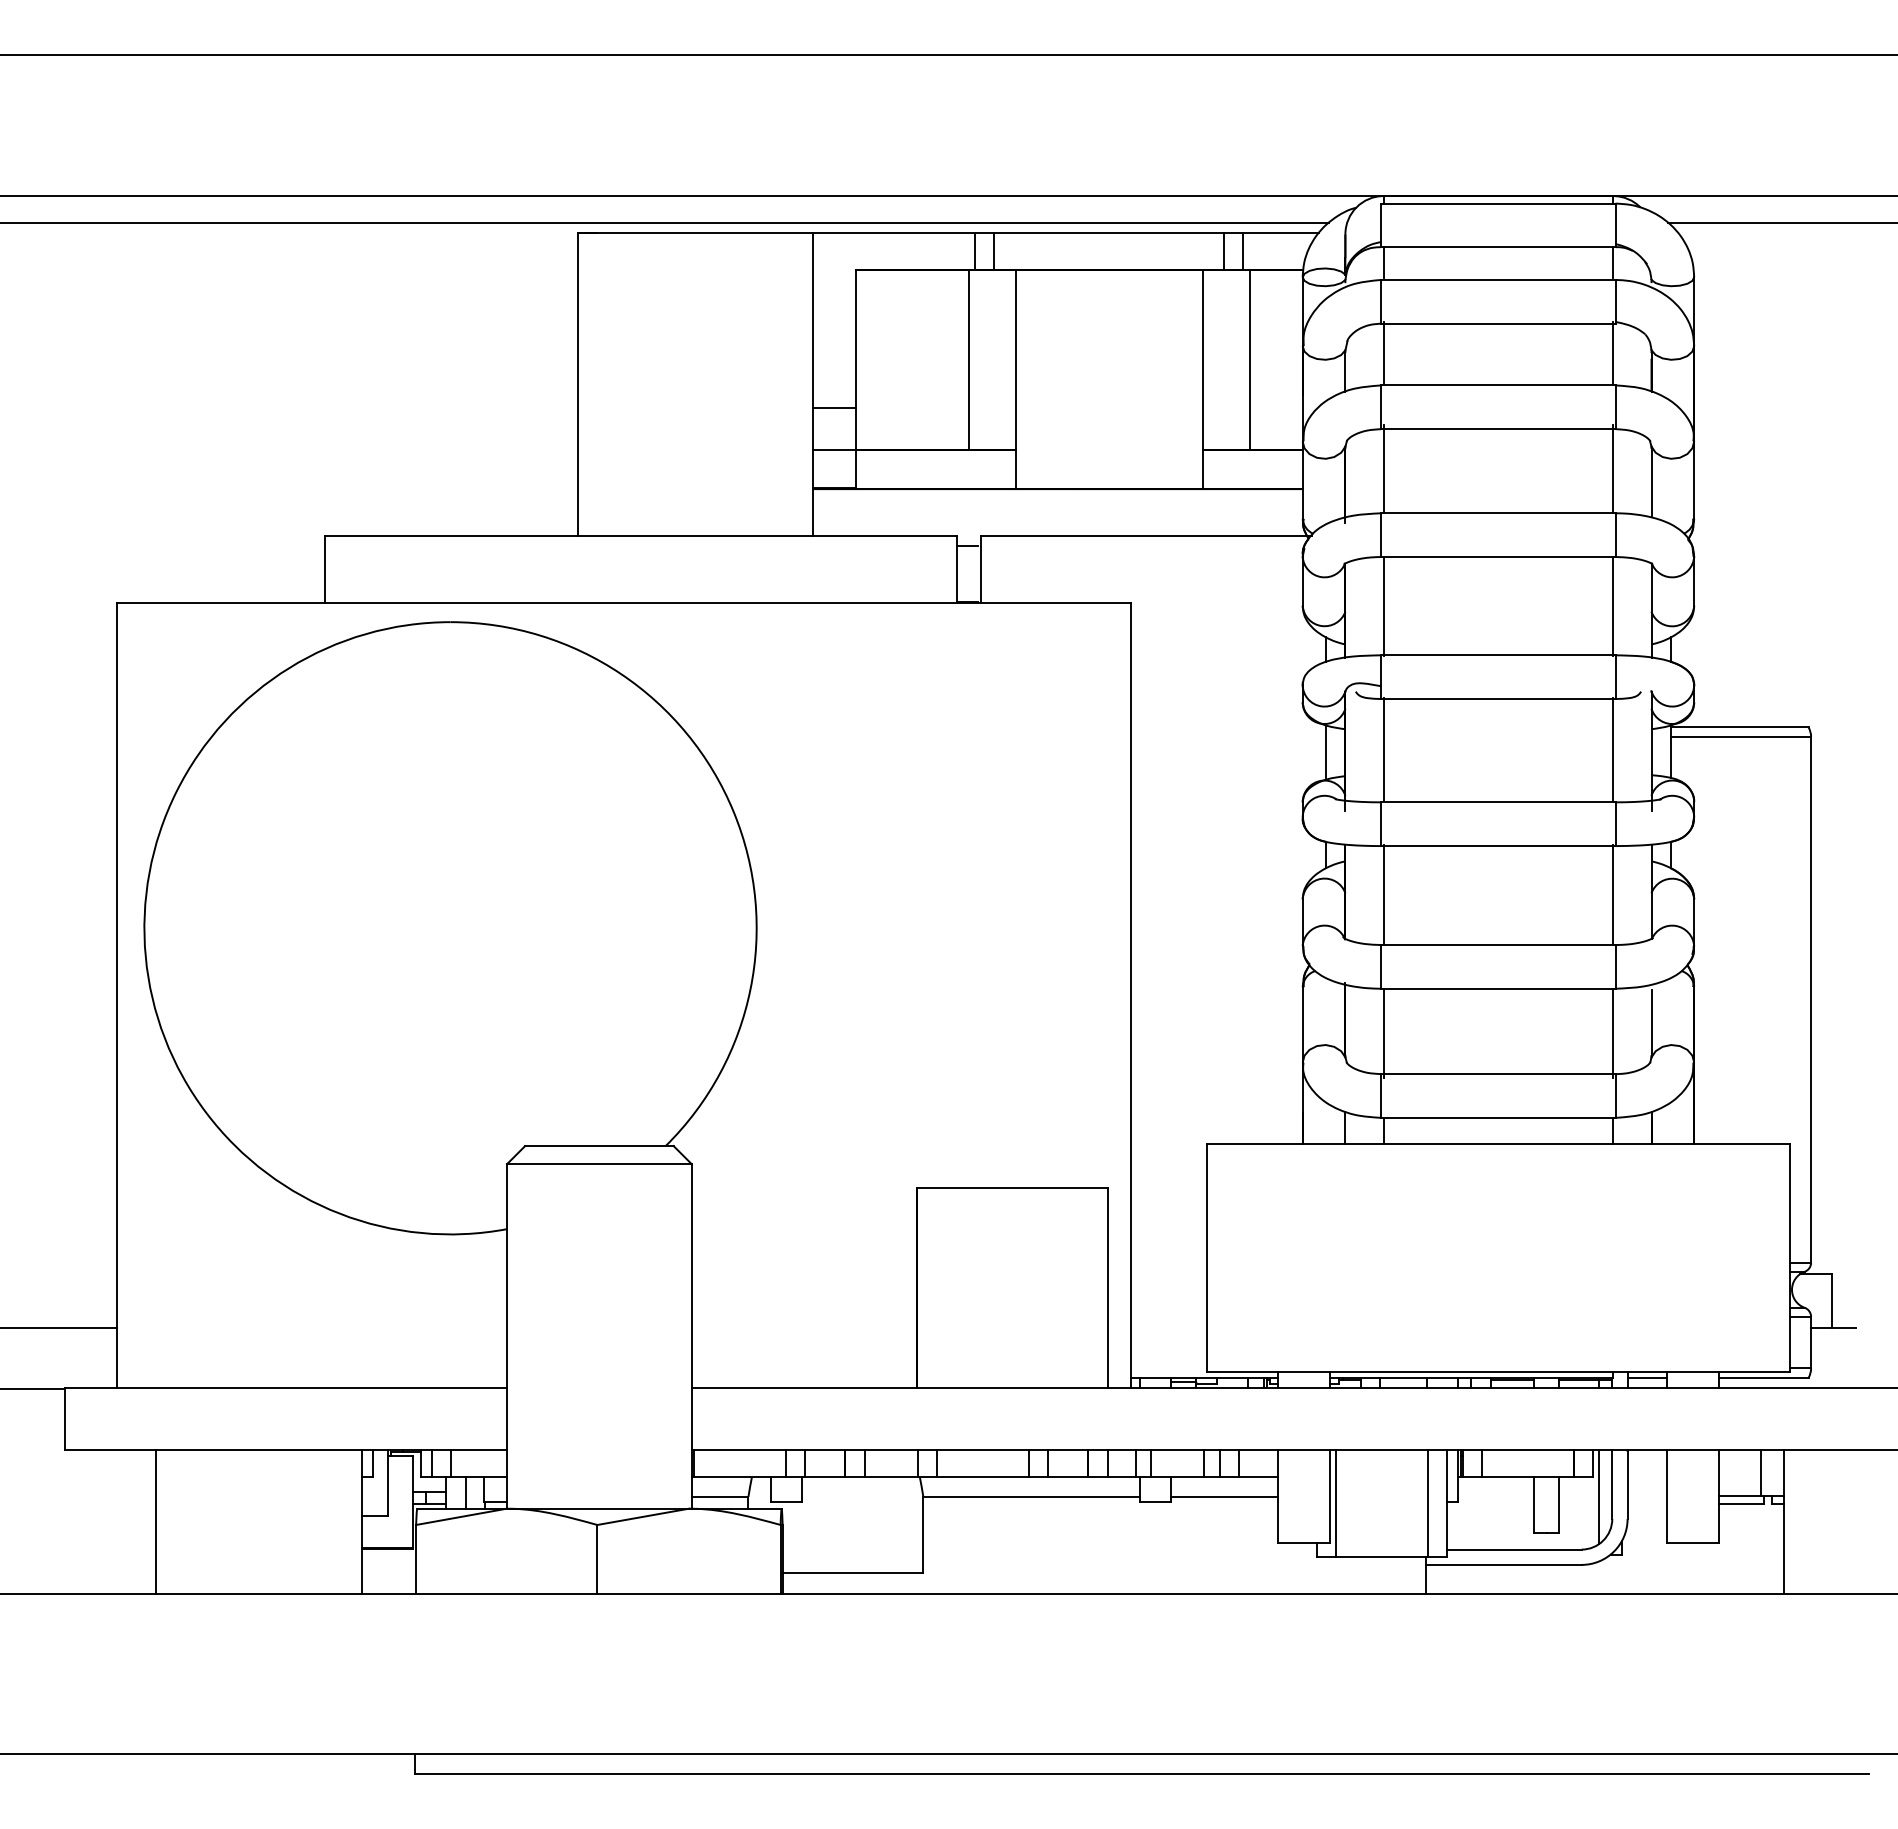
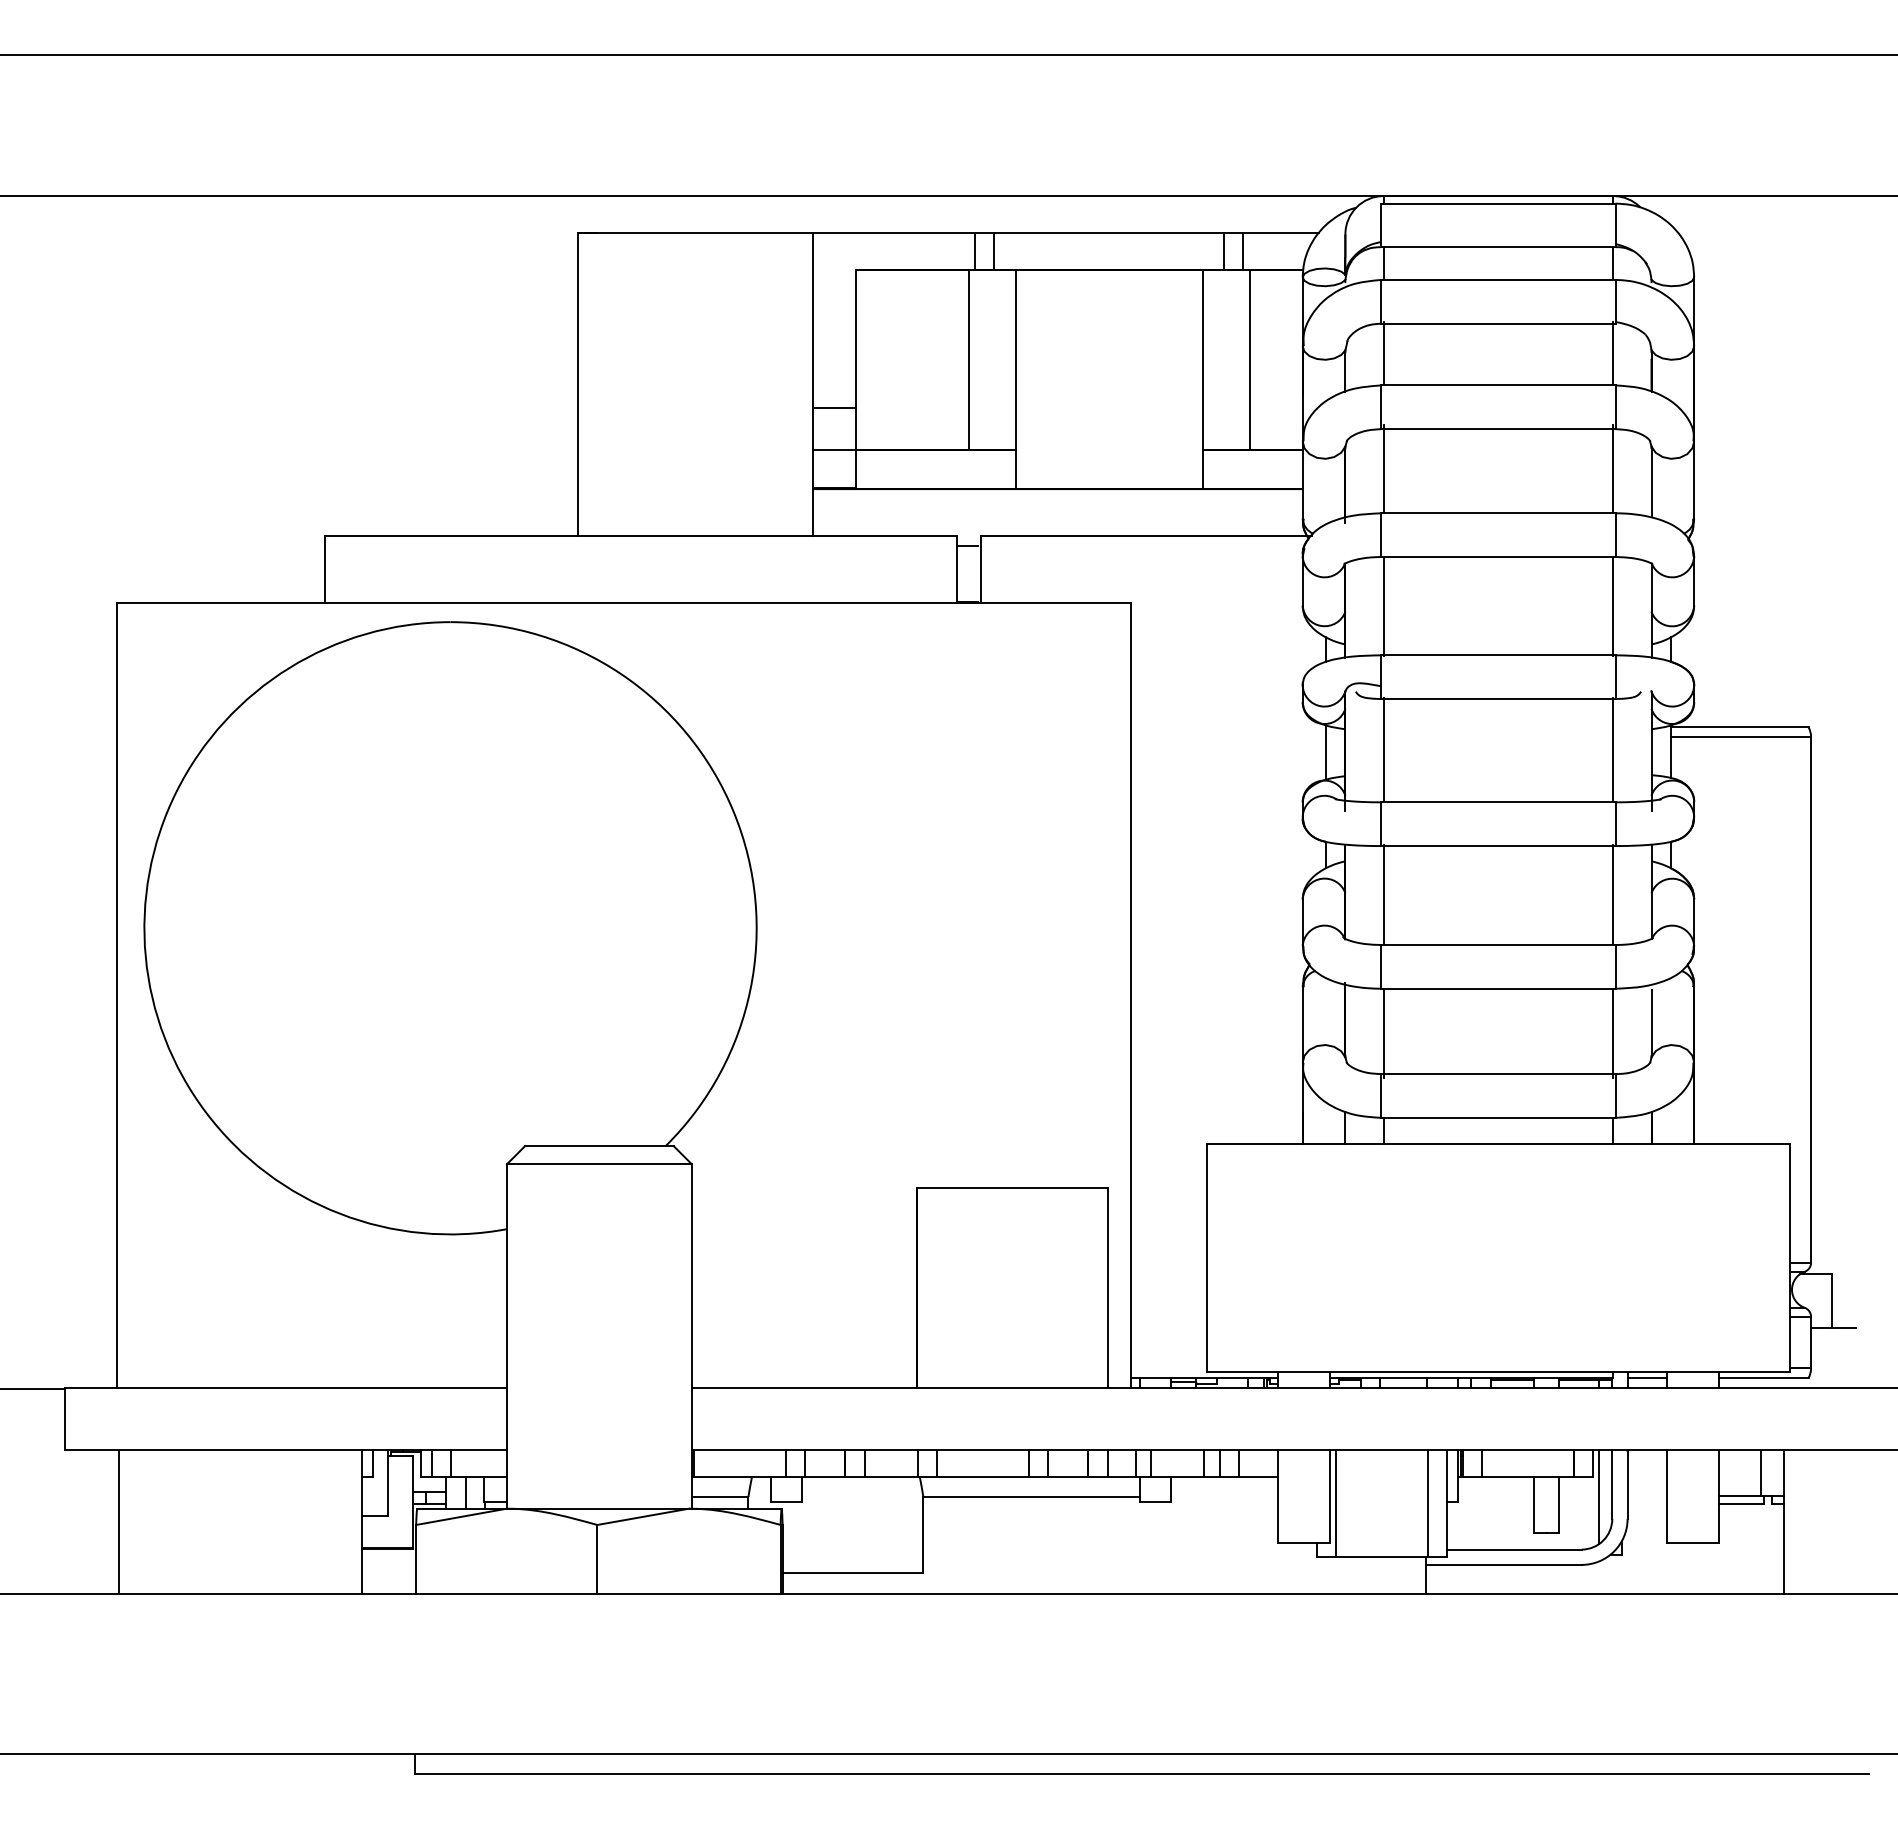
line at (665, 222): present -> none
line at (1780, 222): present -> none
line at (59, 1327): present -> none
line at (1224, 1496): present -> none
line at (156, 1522) position: (156, 1522) -> (119, 1522)
